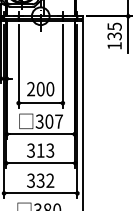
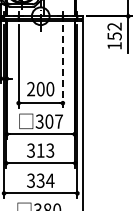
text at (114, 30): 135 -> 152
line at (62, 66): solid -> dashed
text at (50, 180): 332 -> 334
